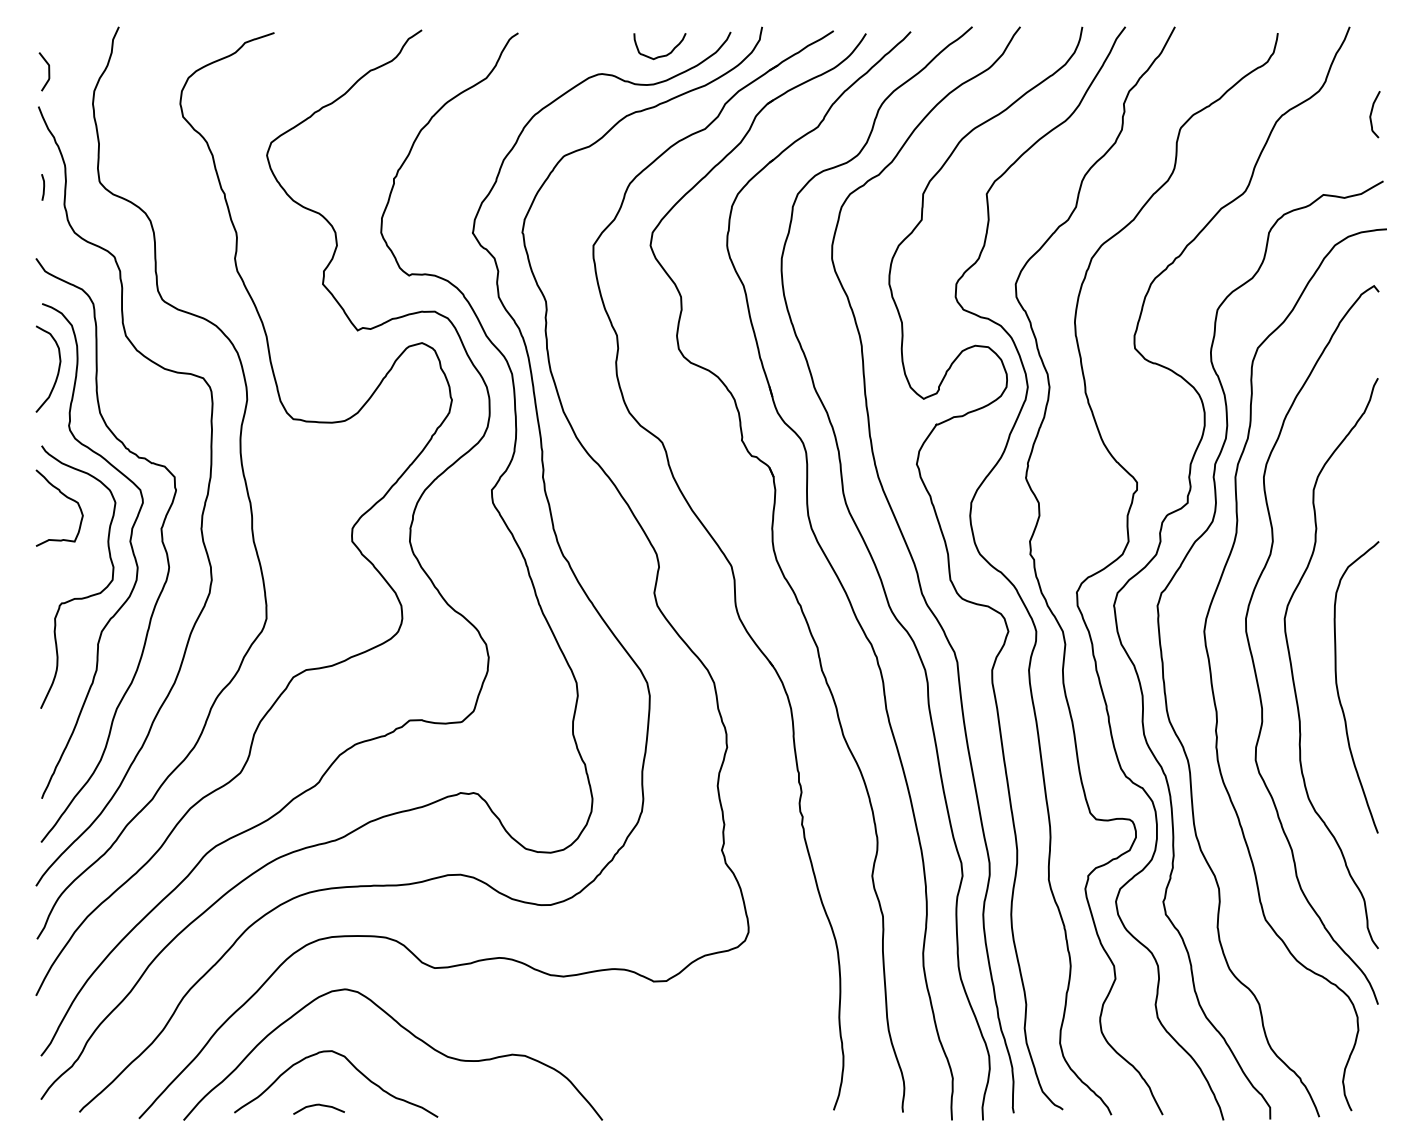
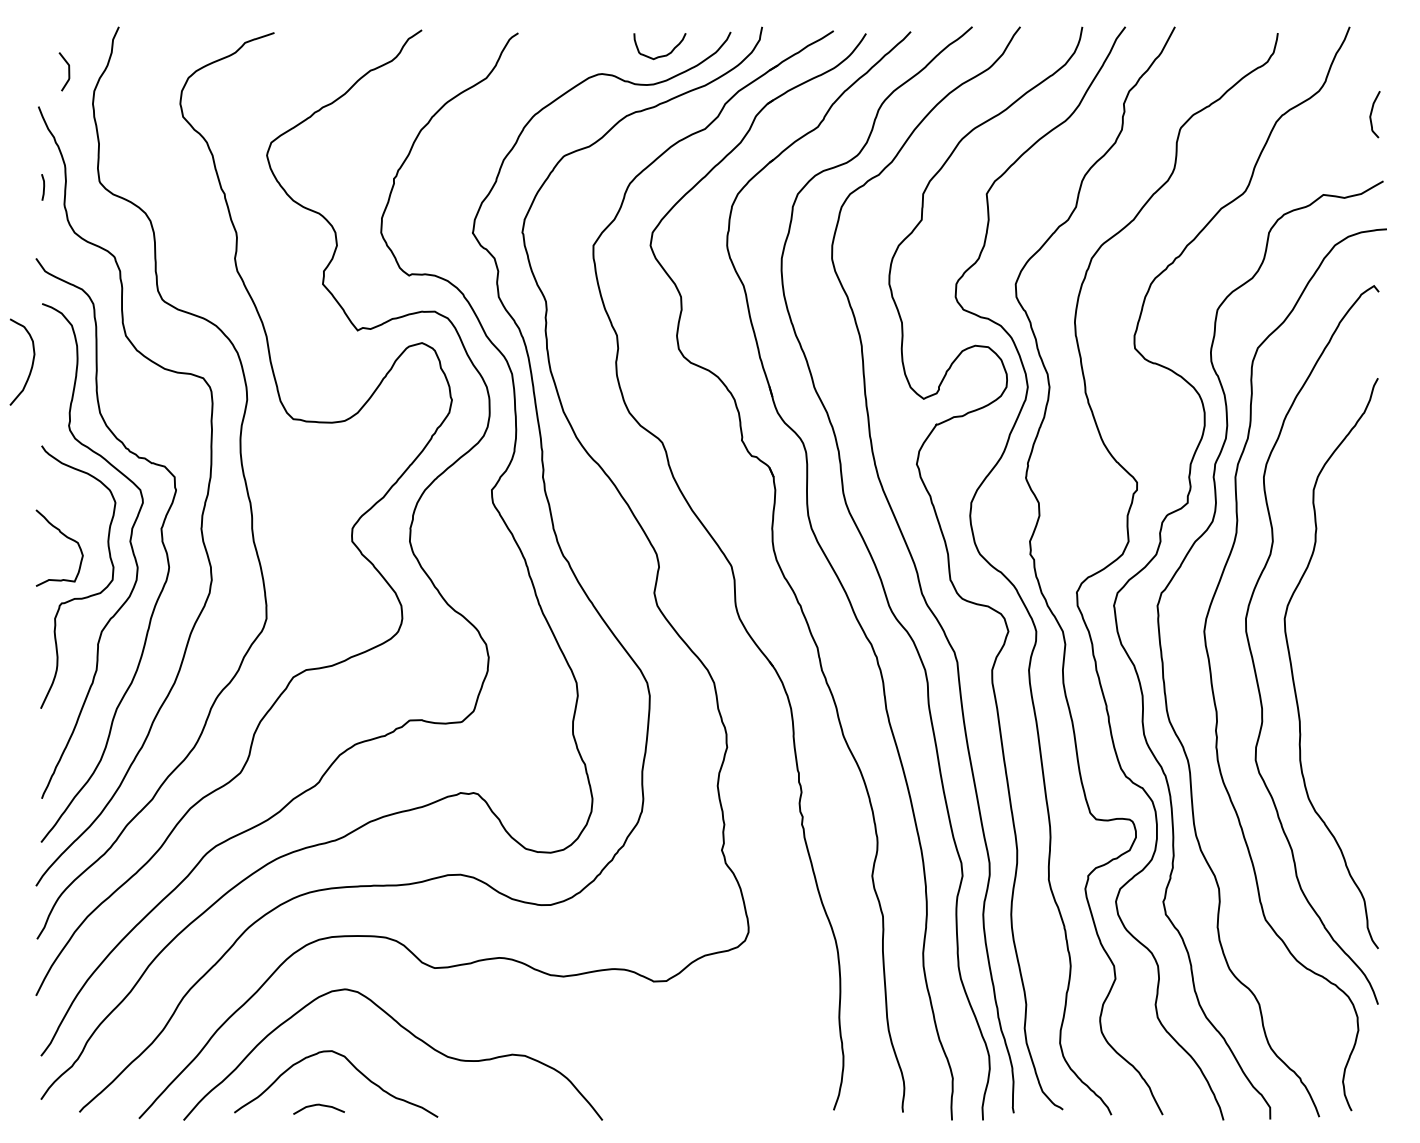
curve at (48, 71) position: (48, 71) -> (68, 71)
curve at (57, 371) position: (57, 371) -> (31, 364)
curve at (65, 497) position: (65, 497) -> (65, 537)
curve at (1338, 688): present -> none
